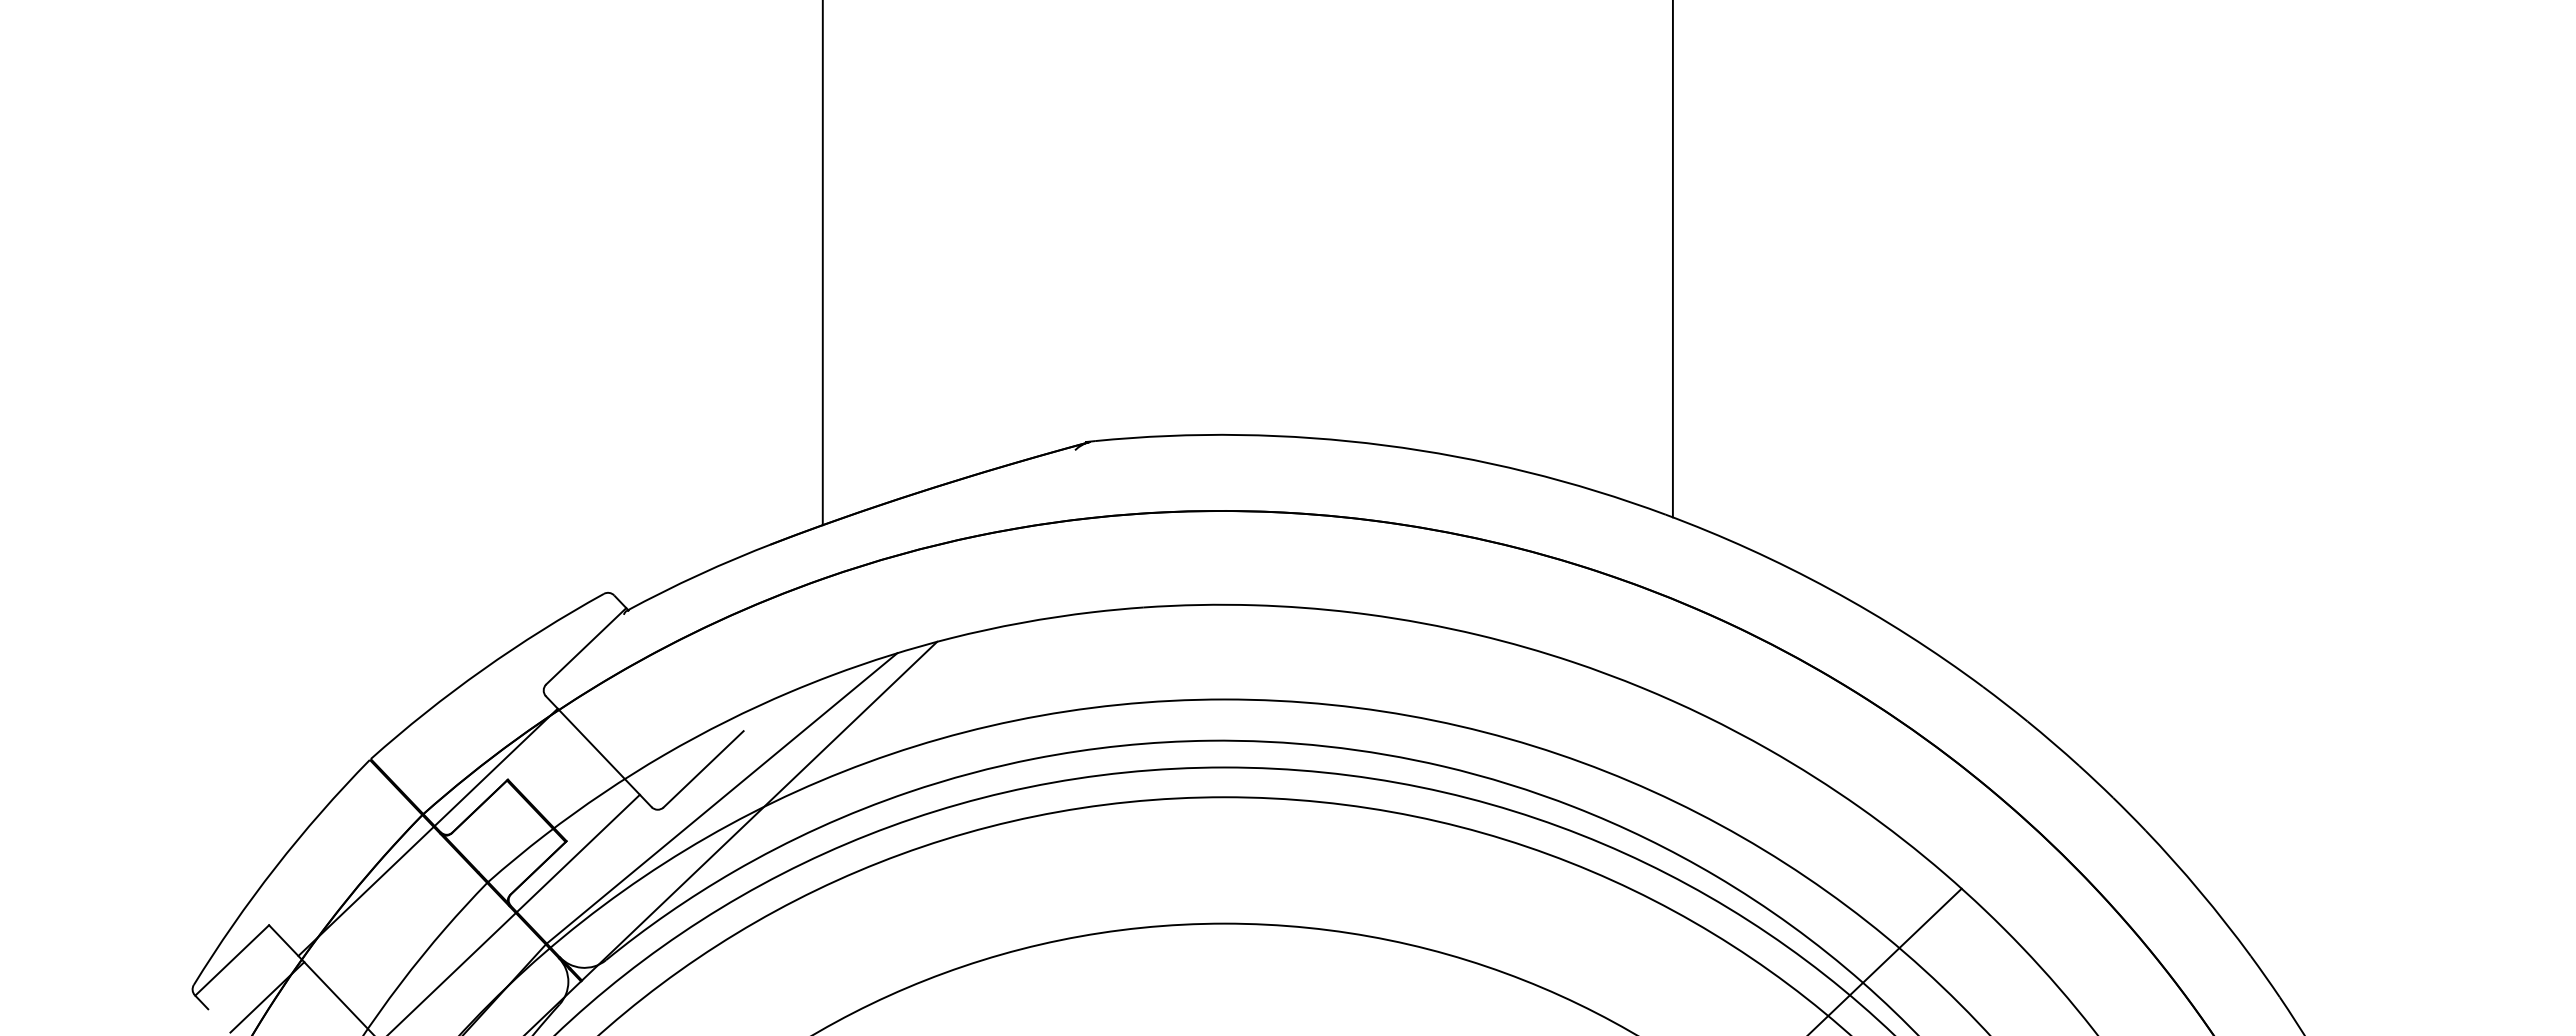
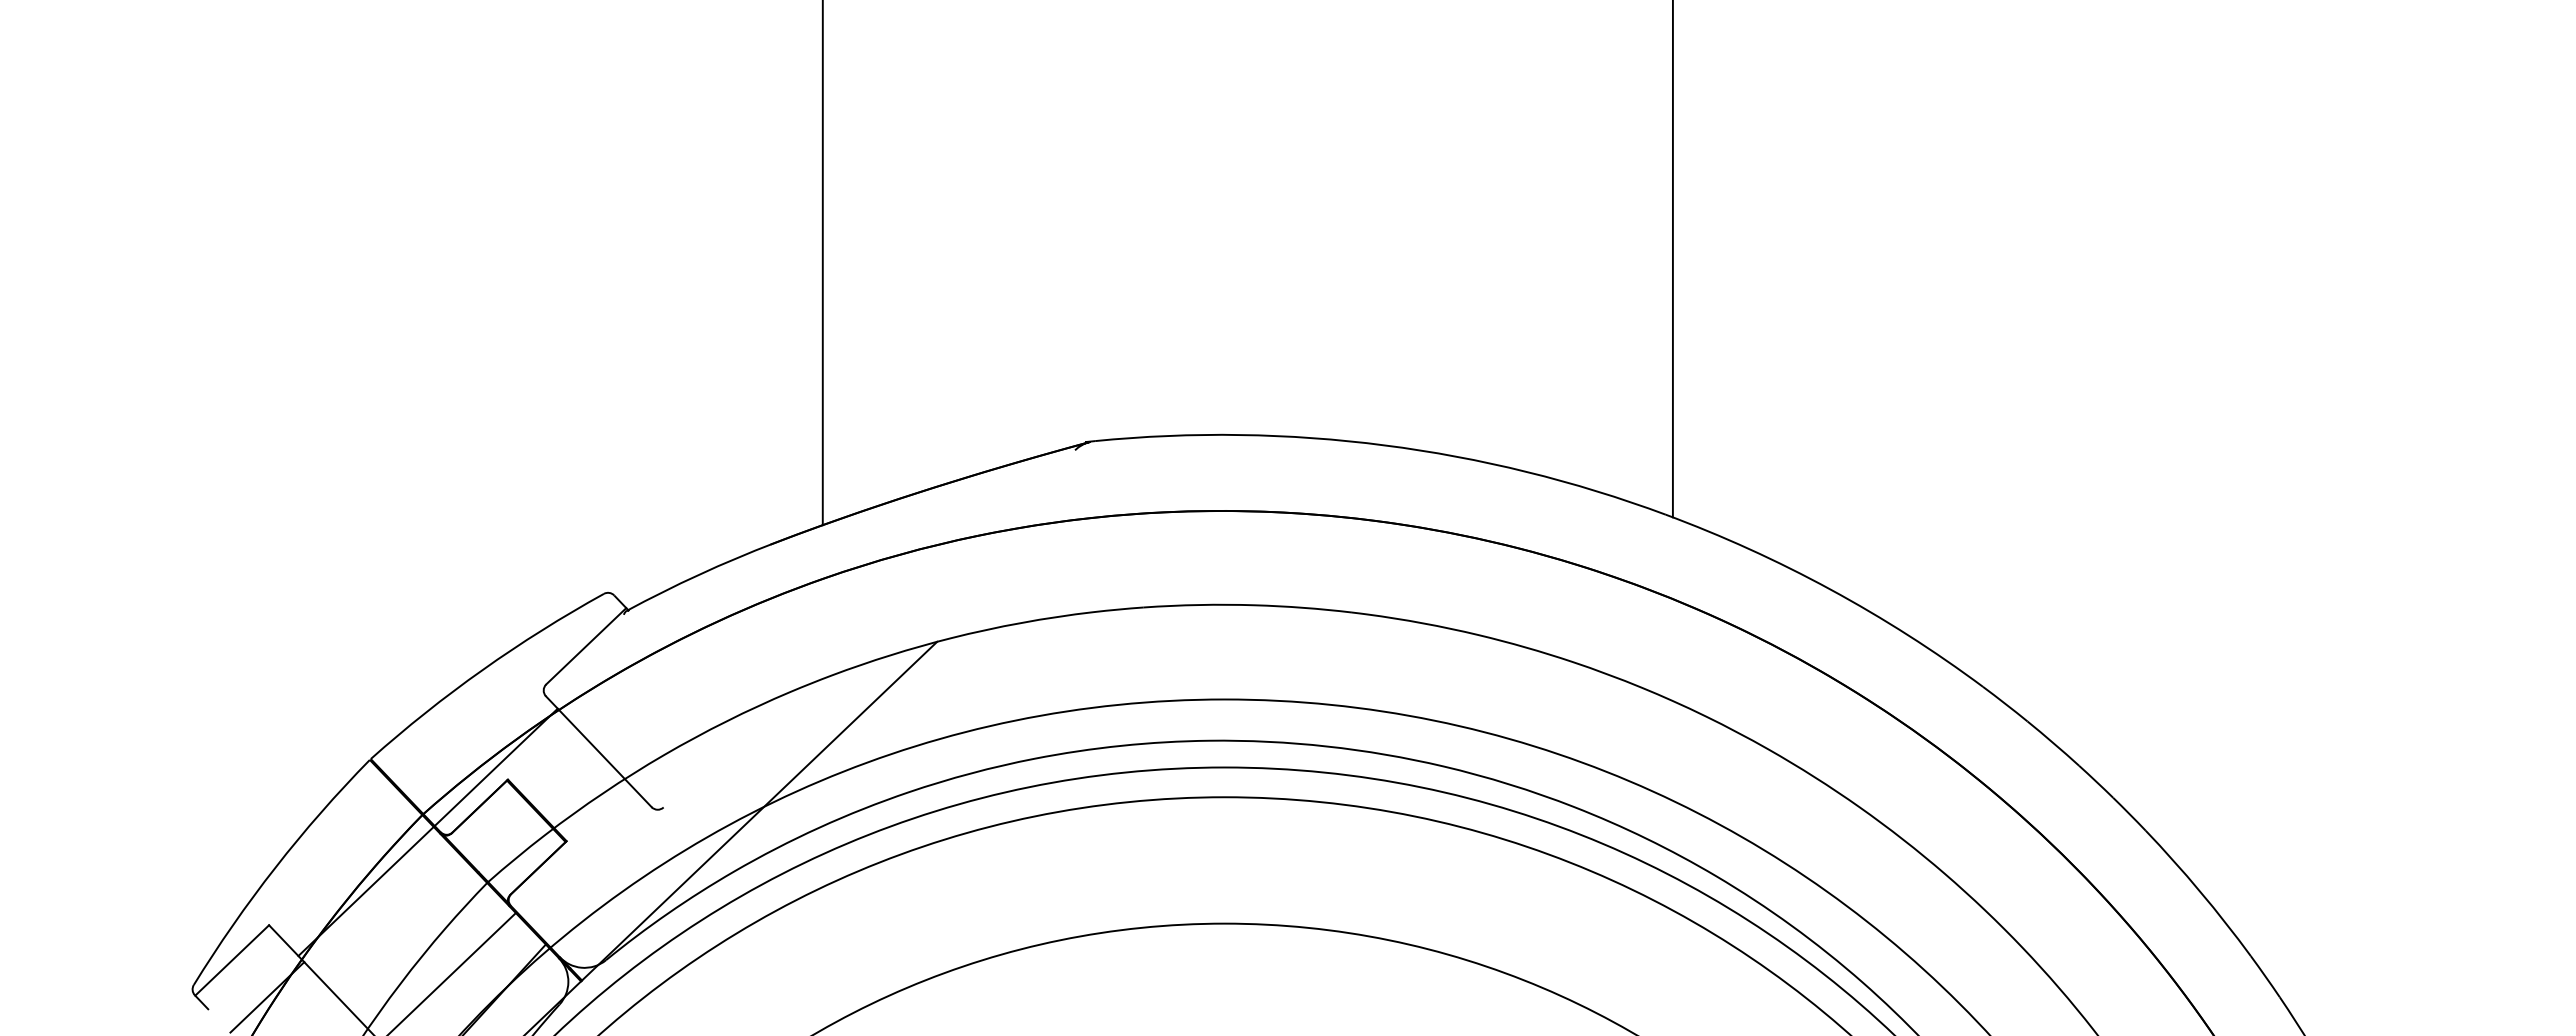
line at (703, 769): present -> none
line at (721, 798): present -> none
line at (577, 853): present -> none
line at (1885, 960): present -> none
